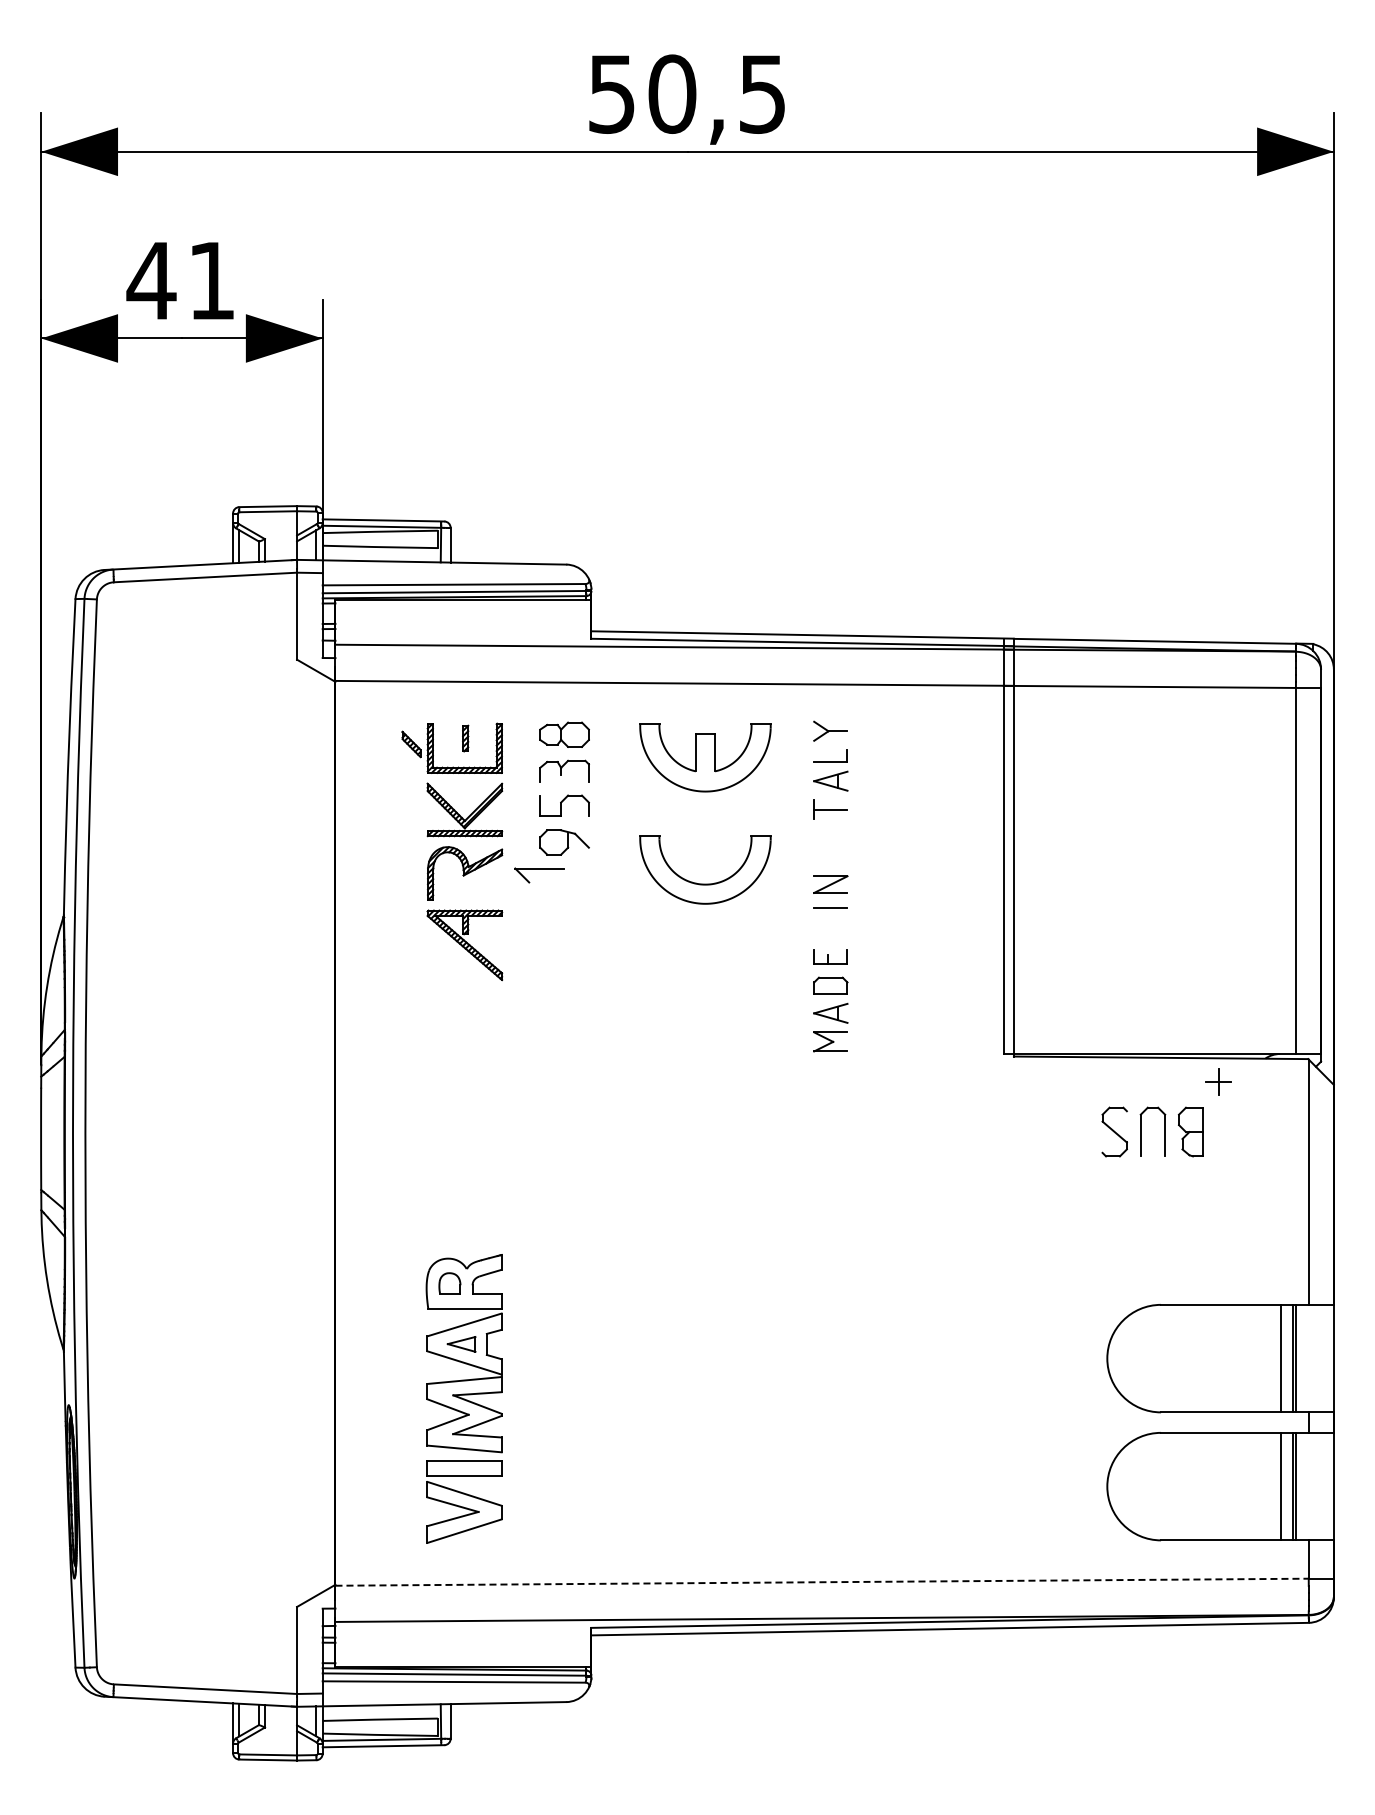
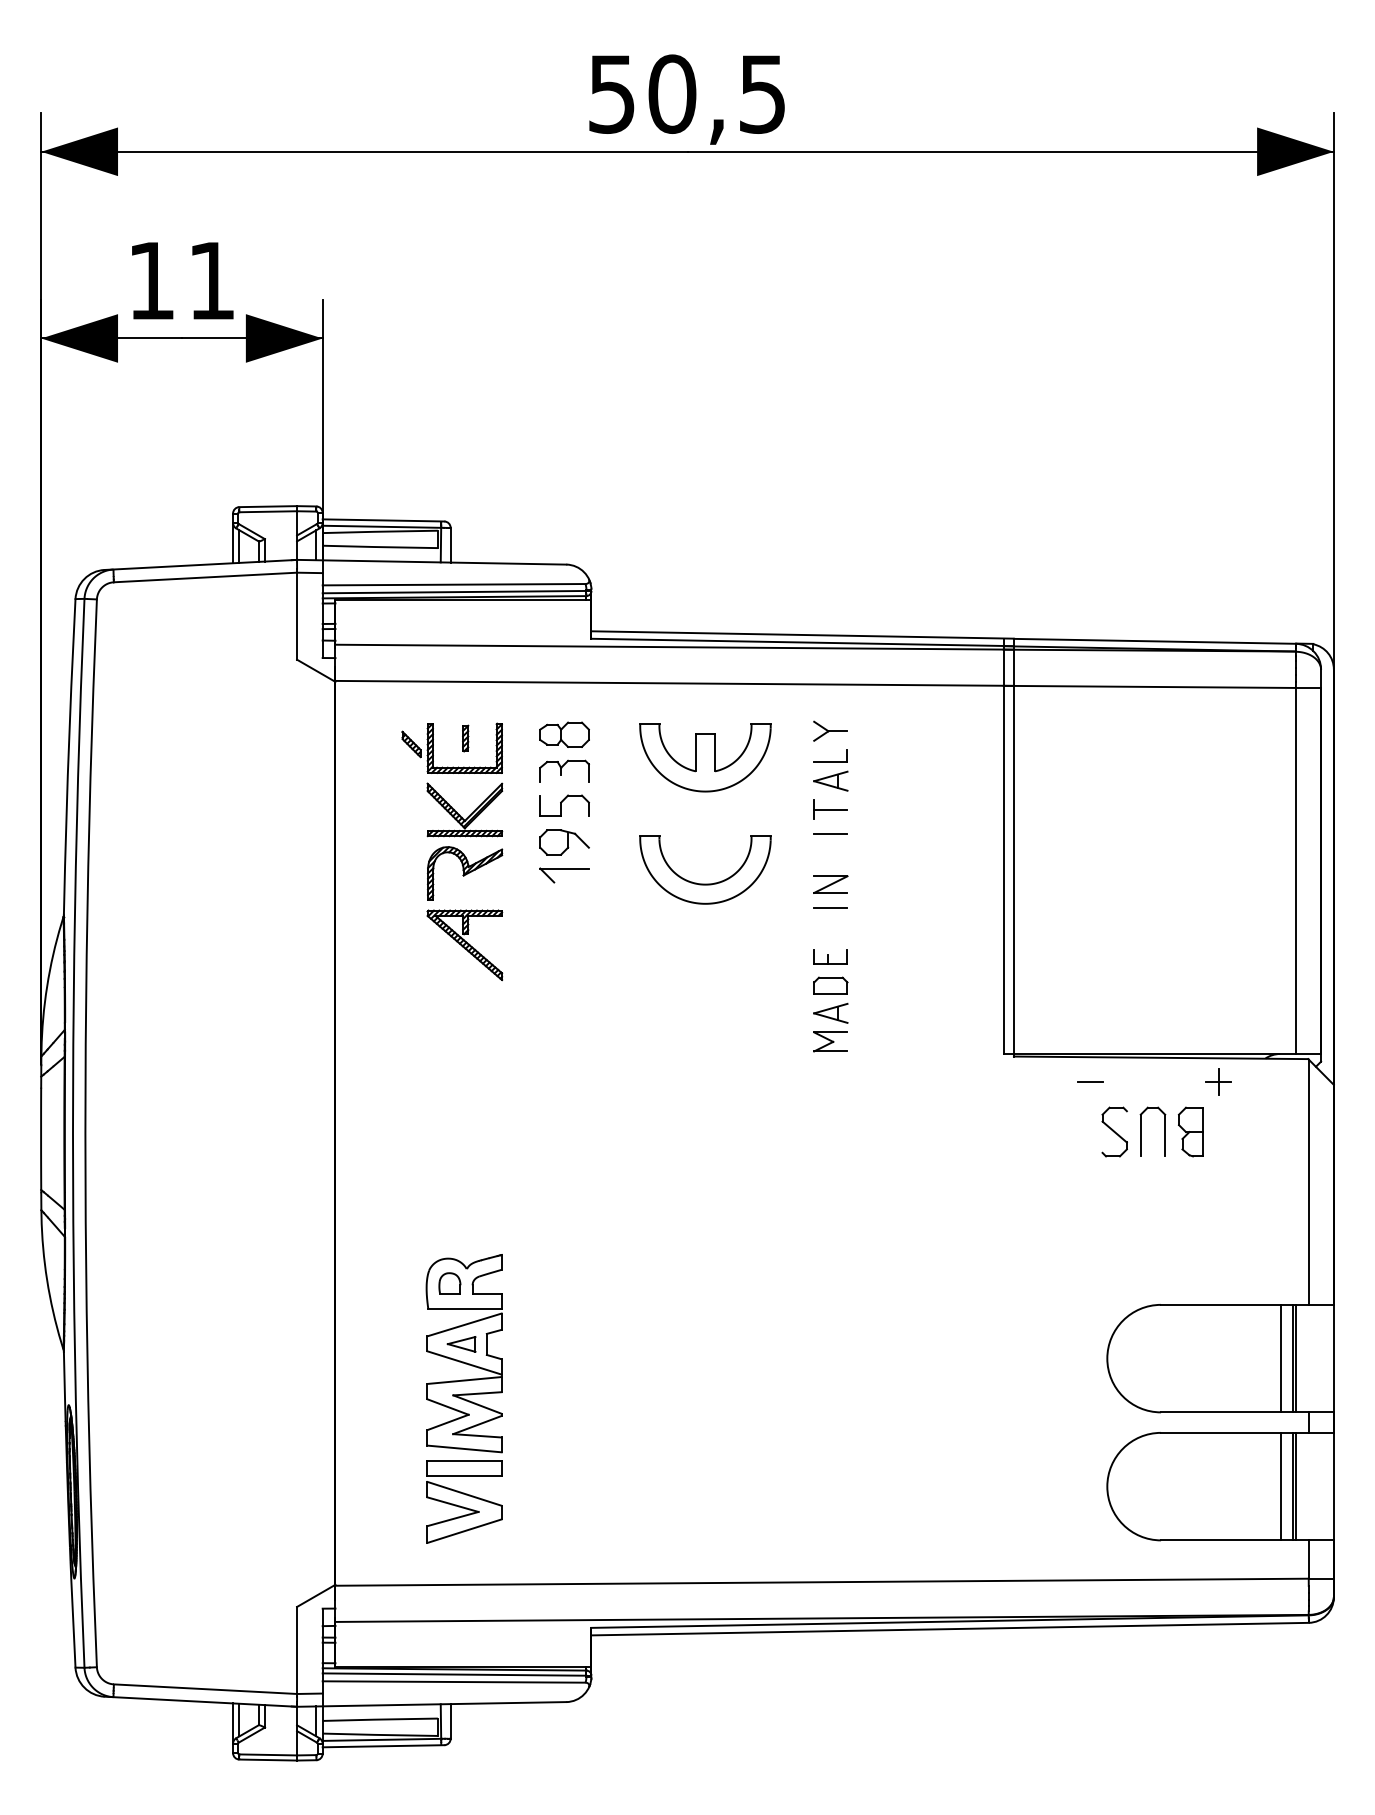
text at (151, 280): 41 -> 11
line at (830, 834): none -> present
part at (539, 875) position: (539, 875) -> (564, 875)
line at (1090, 1082): none -> present
line at (822, 1582): dashed -> solid
